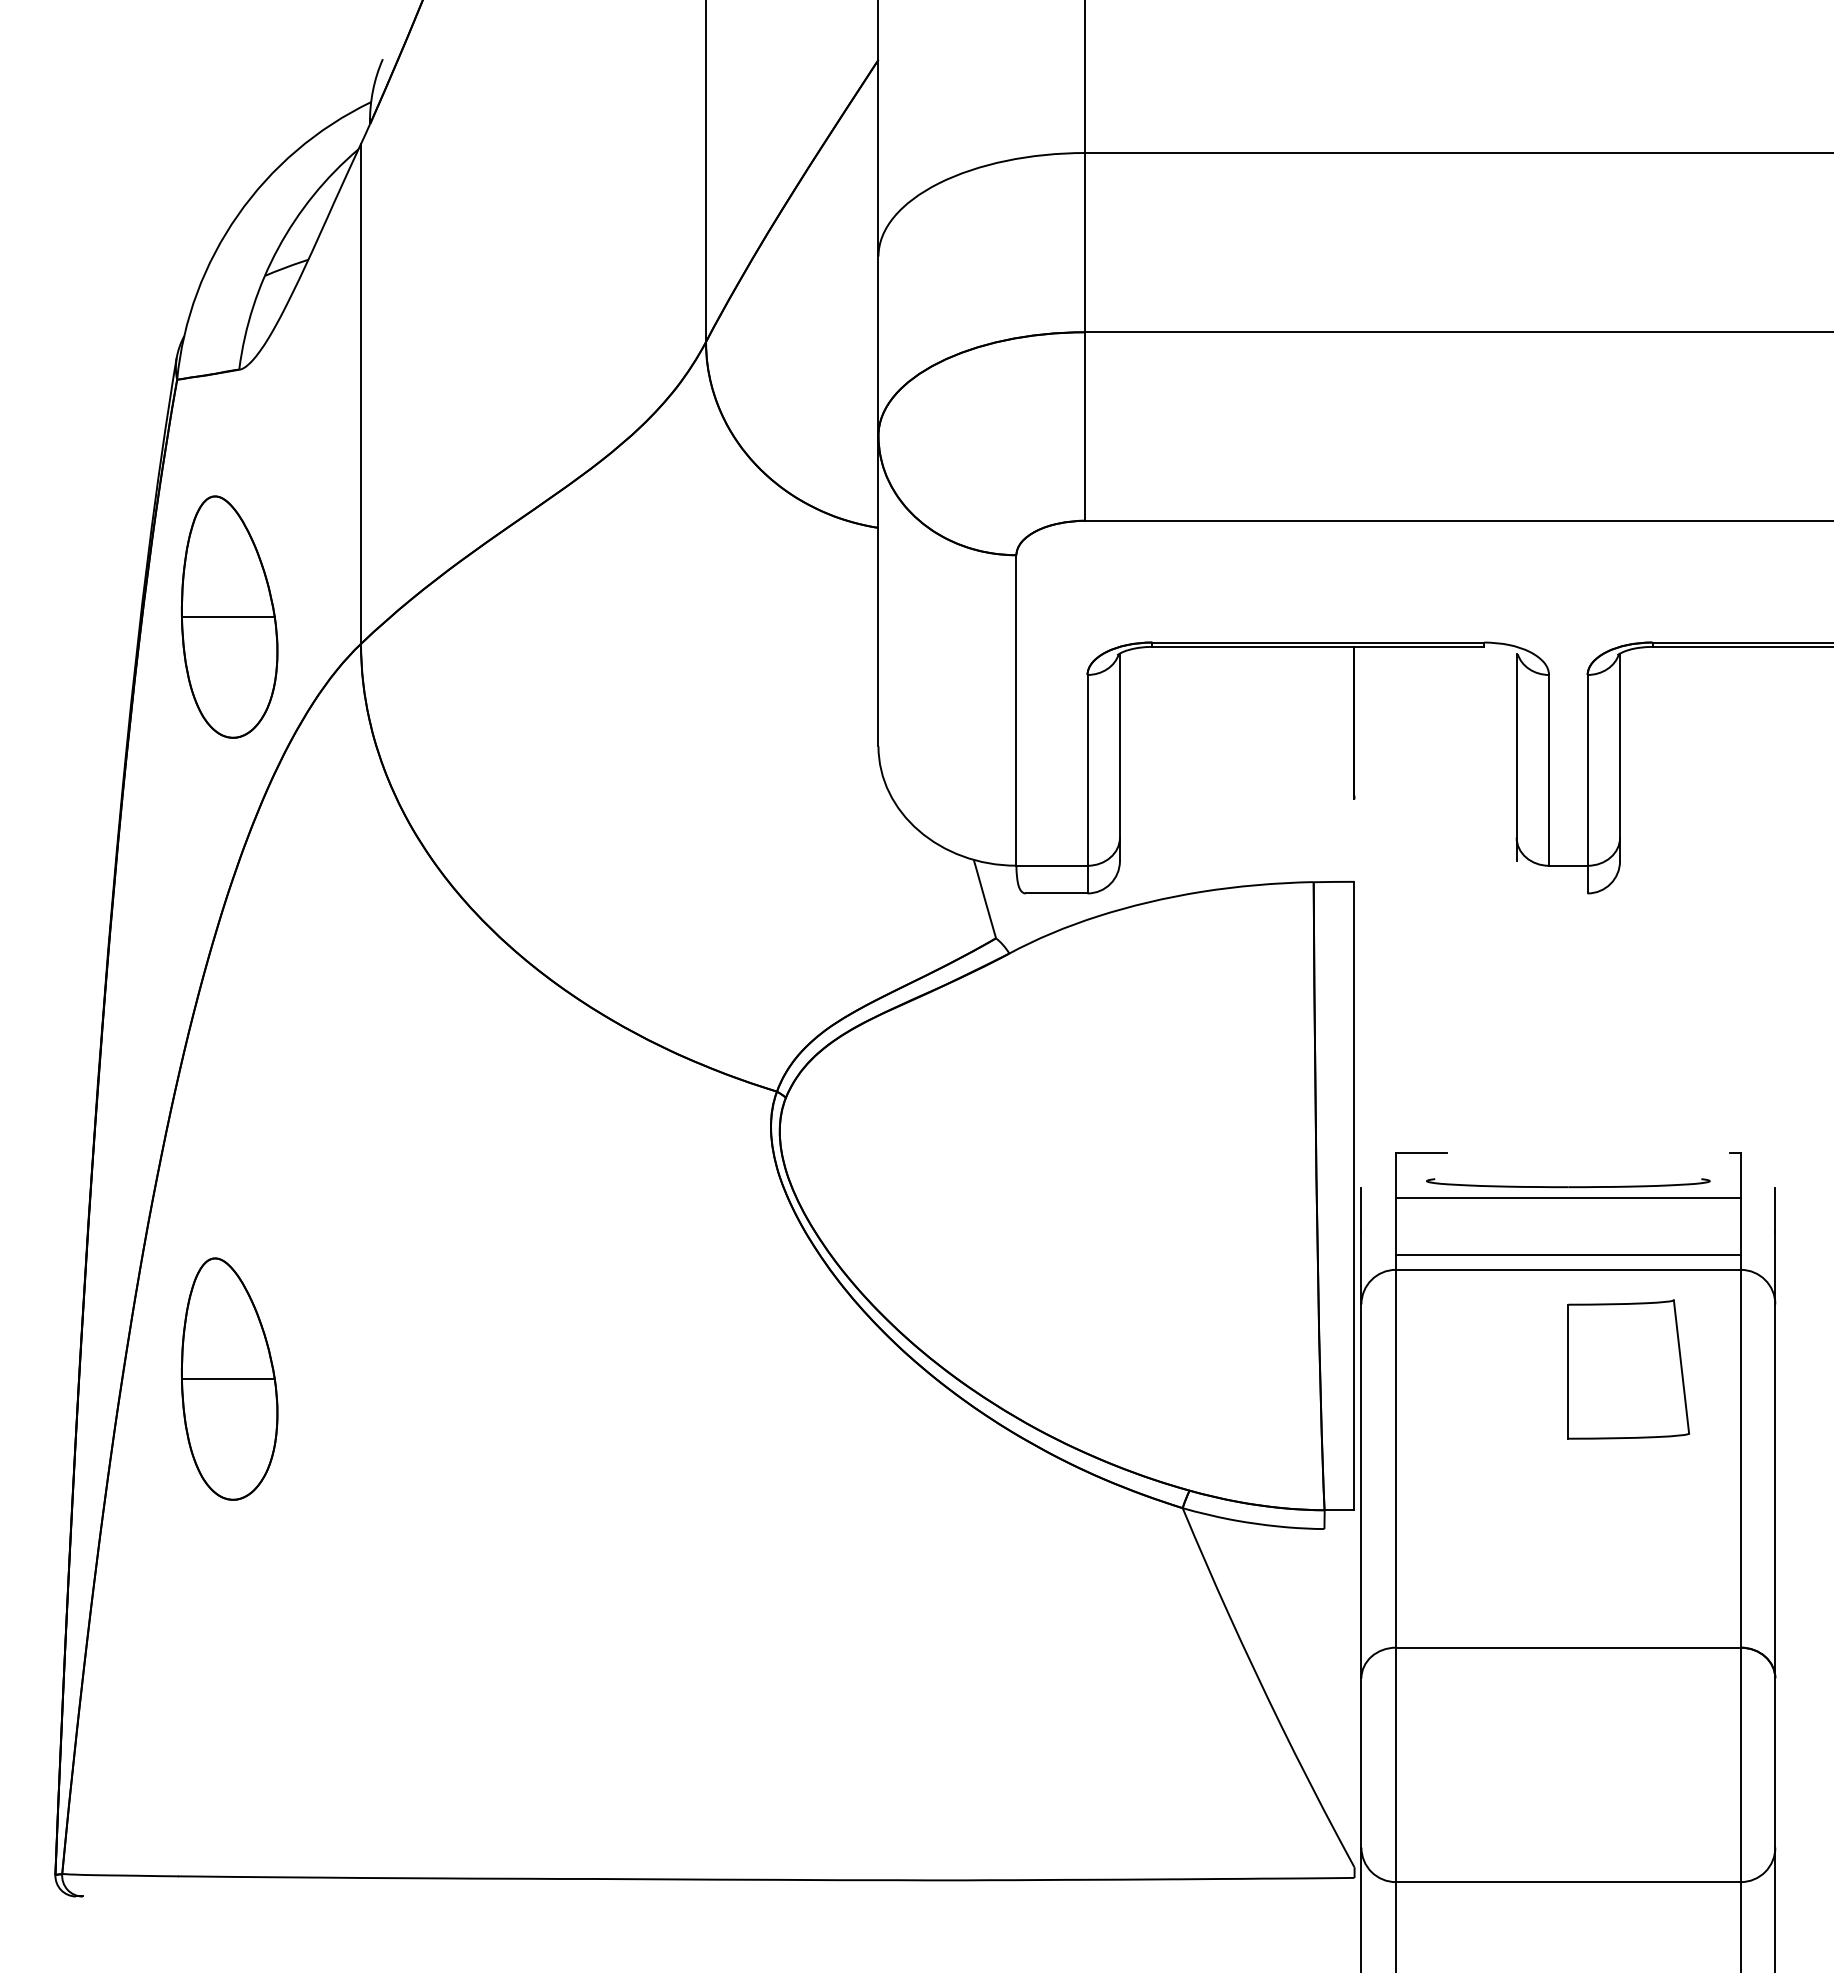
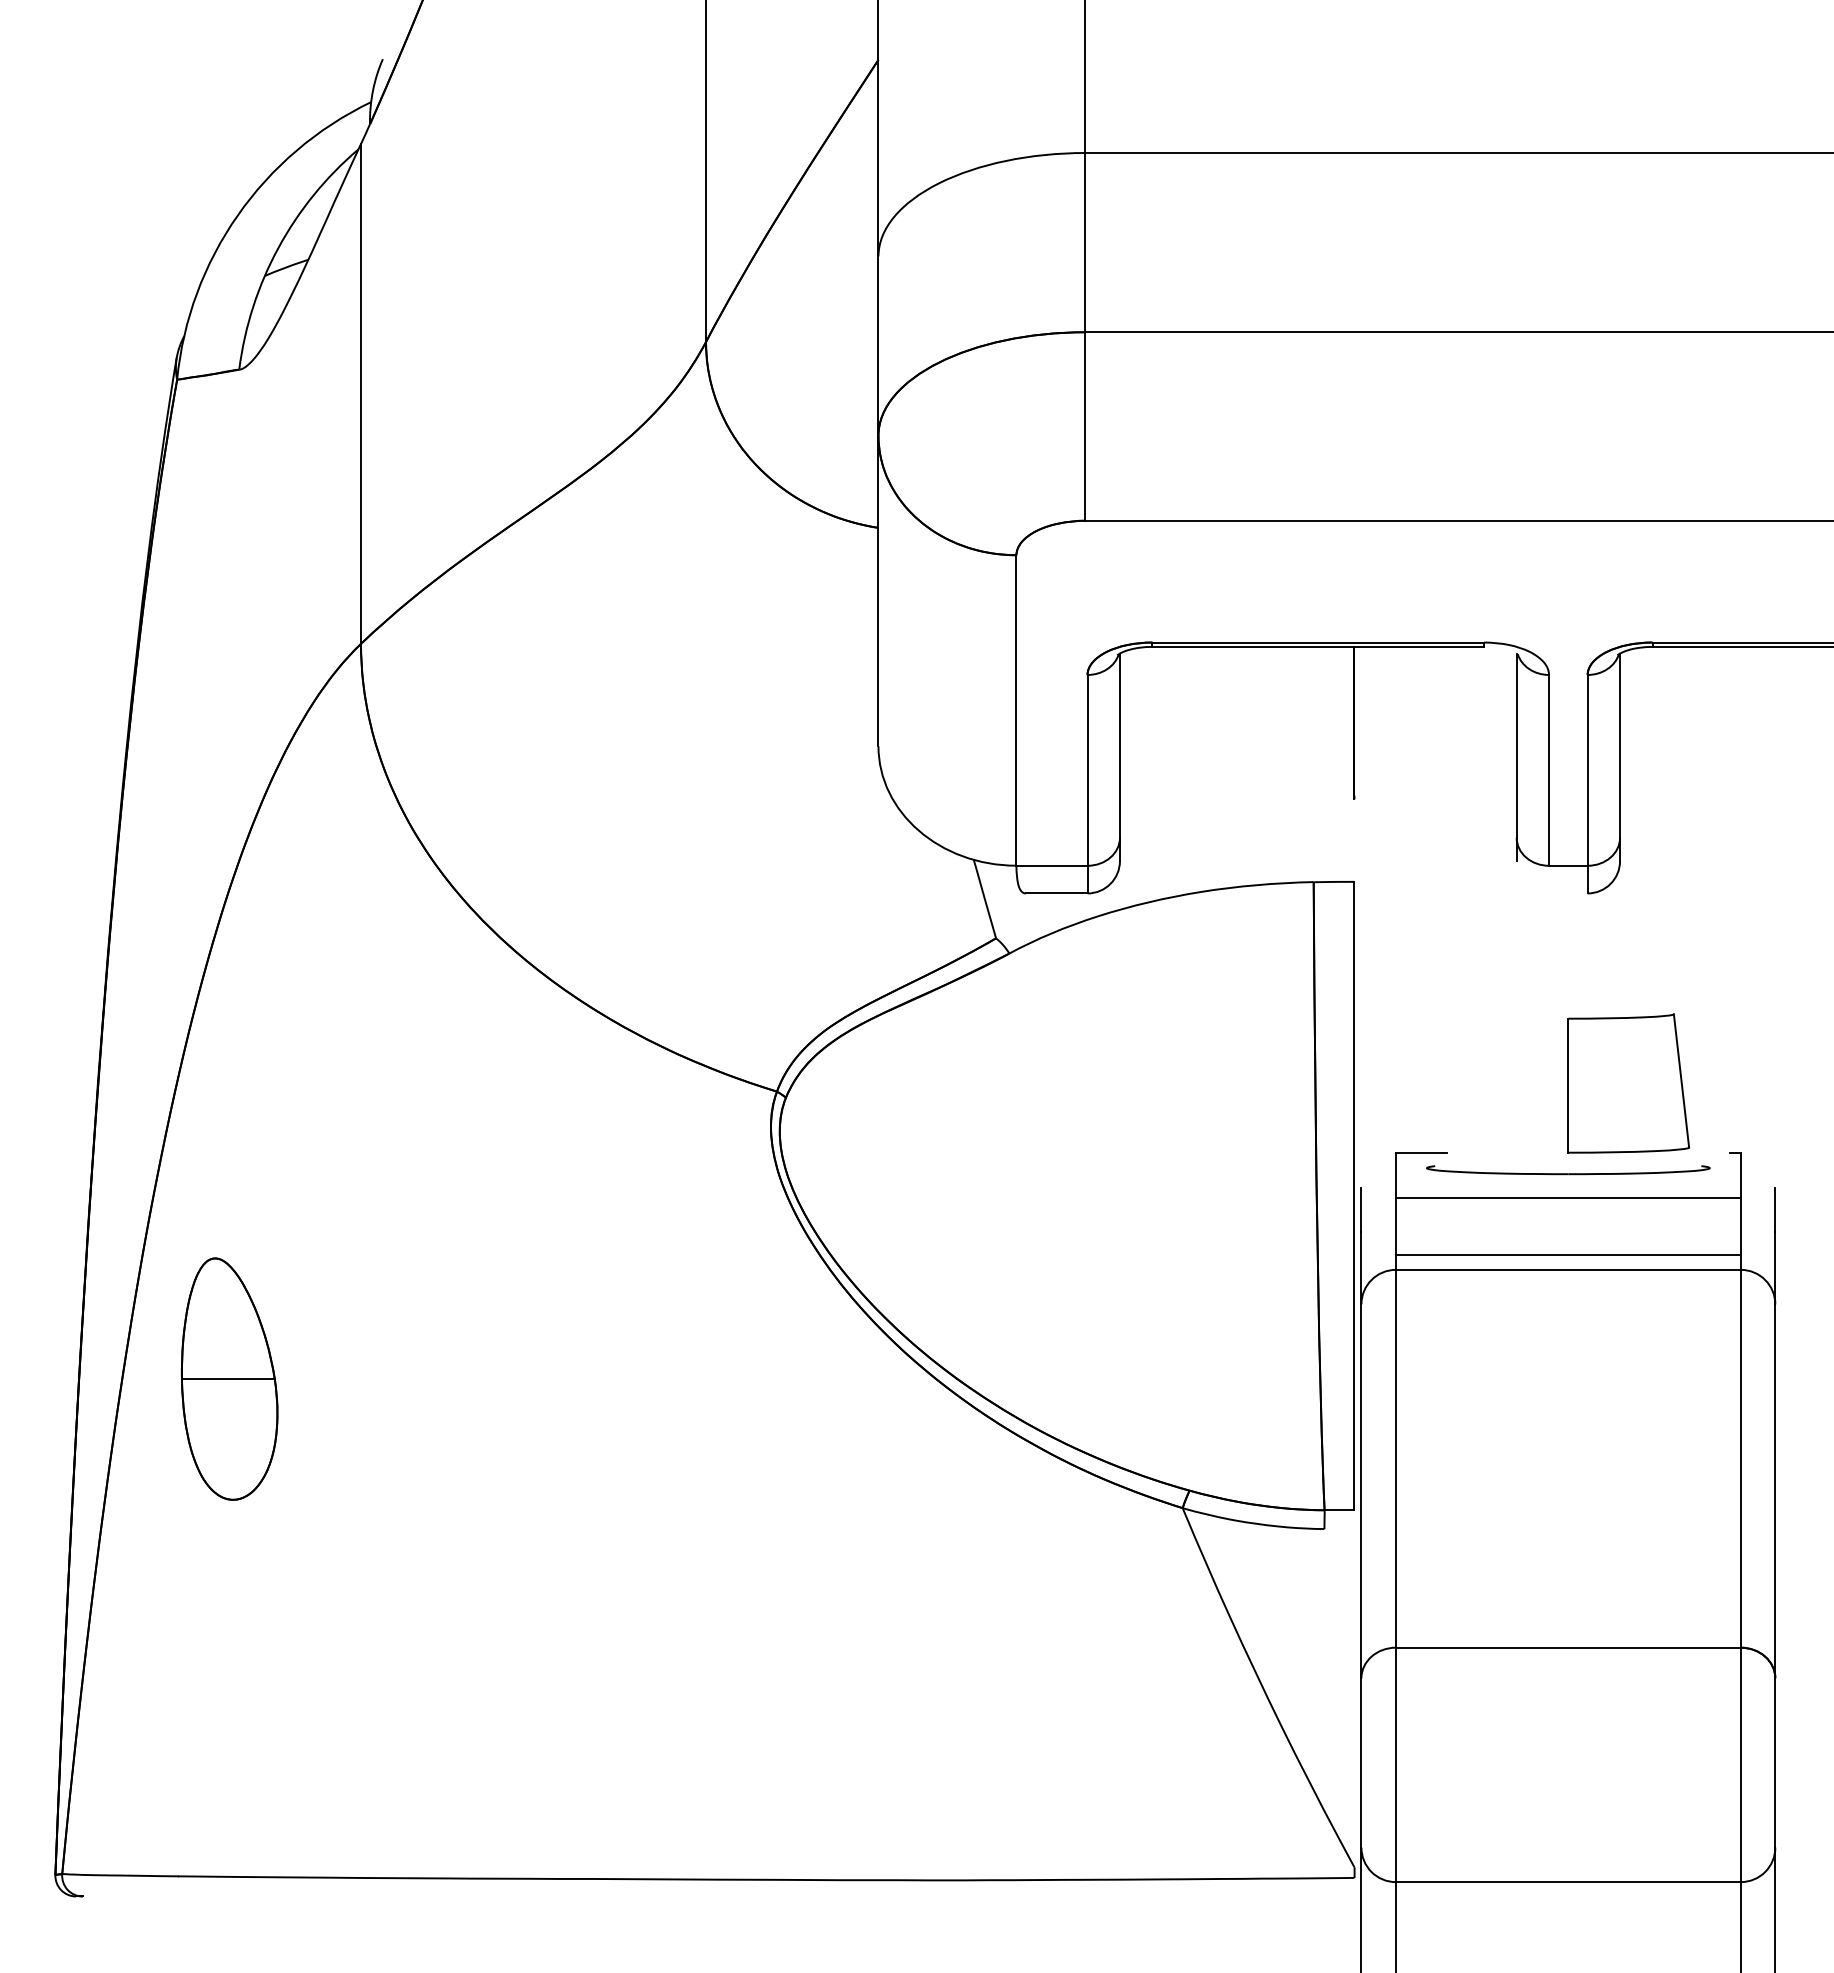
part at (229, 616): present -> none
part at (1568, 1183) position: (1568, 1183) -> (1568, 1170)
part at (1628, 1369) position: (1628, 1369) -> (1628, 1083)
